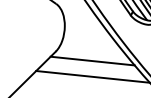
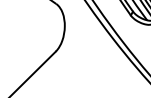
line at (92, 60): present -> none
line at (91, 76): present -> none
